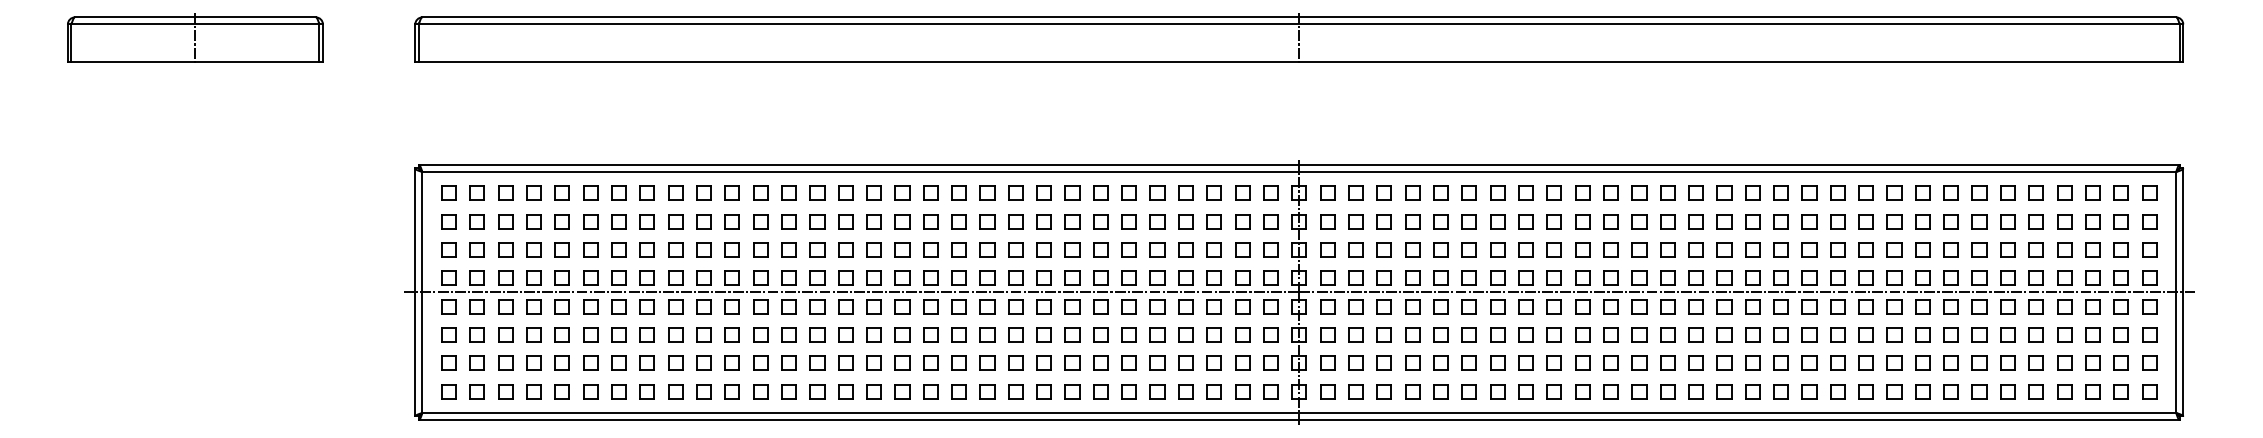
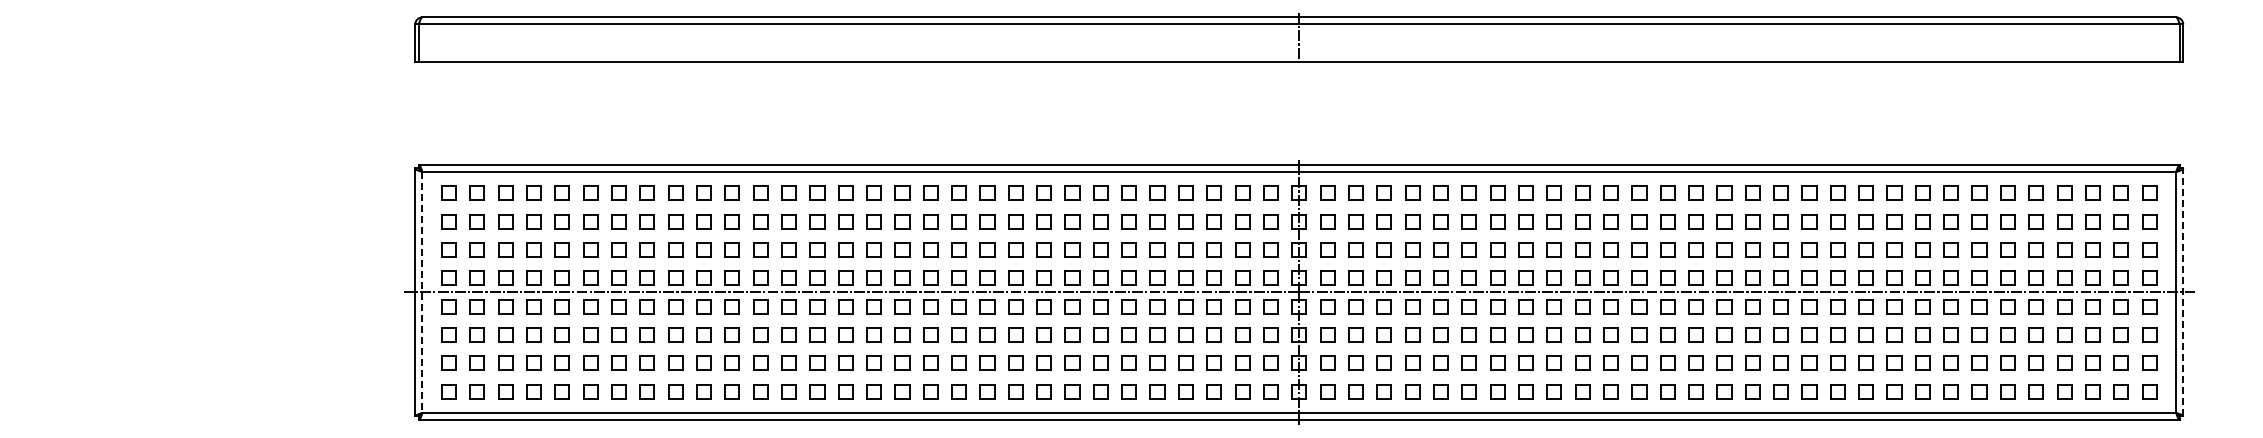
part at (195, 37): present -> none
line at (2183, 291): solid -> dashed
line at (422, 292): solid -> dashed
